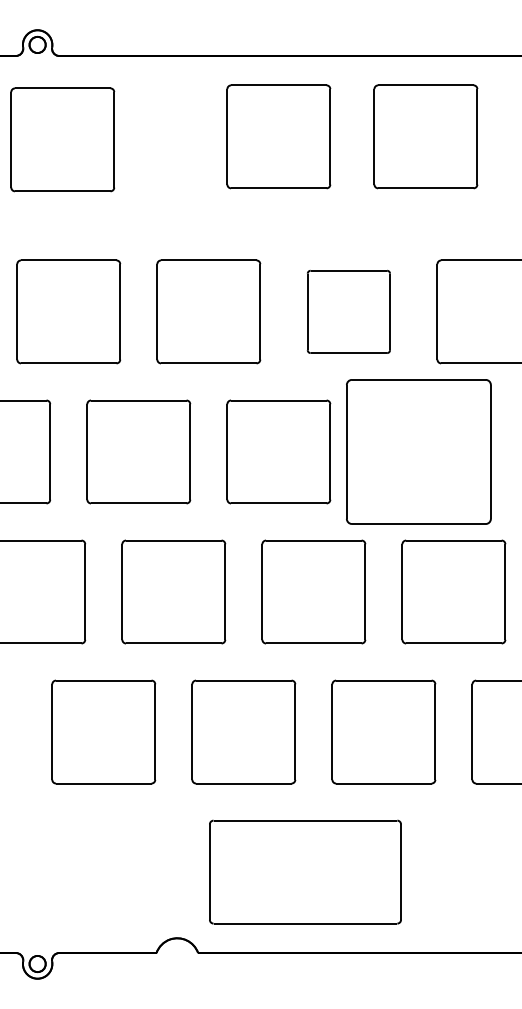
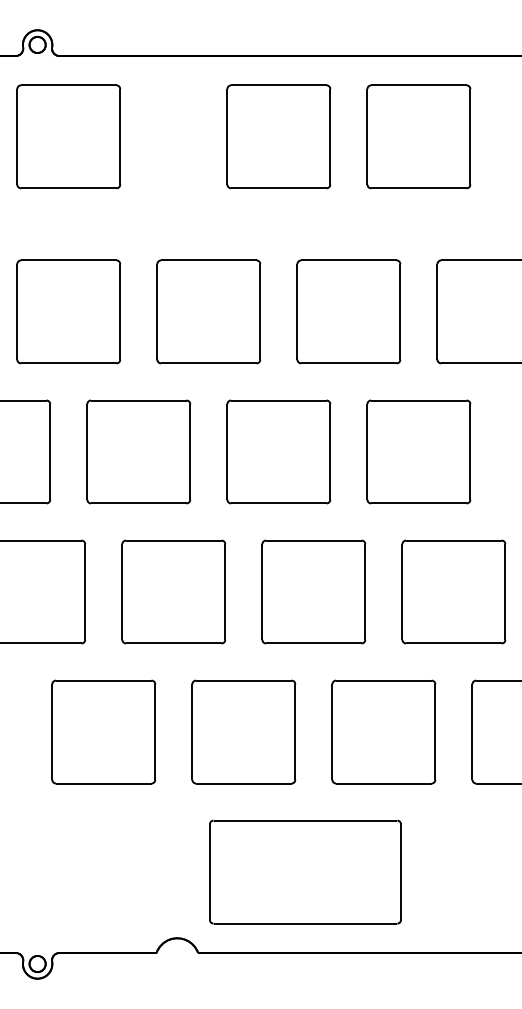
part at (425, 136) position: (425, 136) -> (418, 136)
part at (62, 139) position: (62, 139) -> (68, 136)
part at (348, 311) size: 85x85 px -> 106x106 px
part at (418, 451) size: 146x146 px -> 106x106 px
